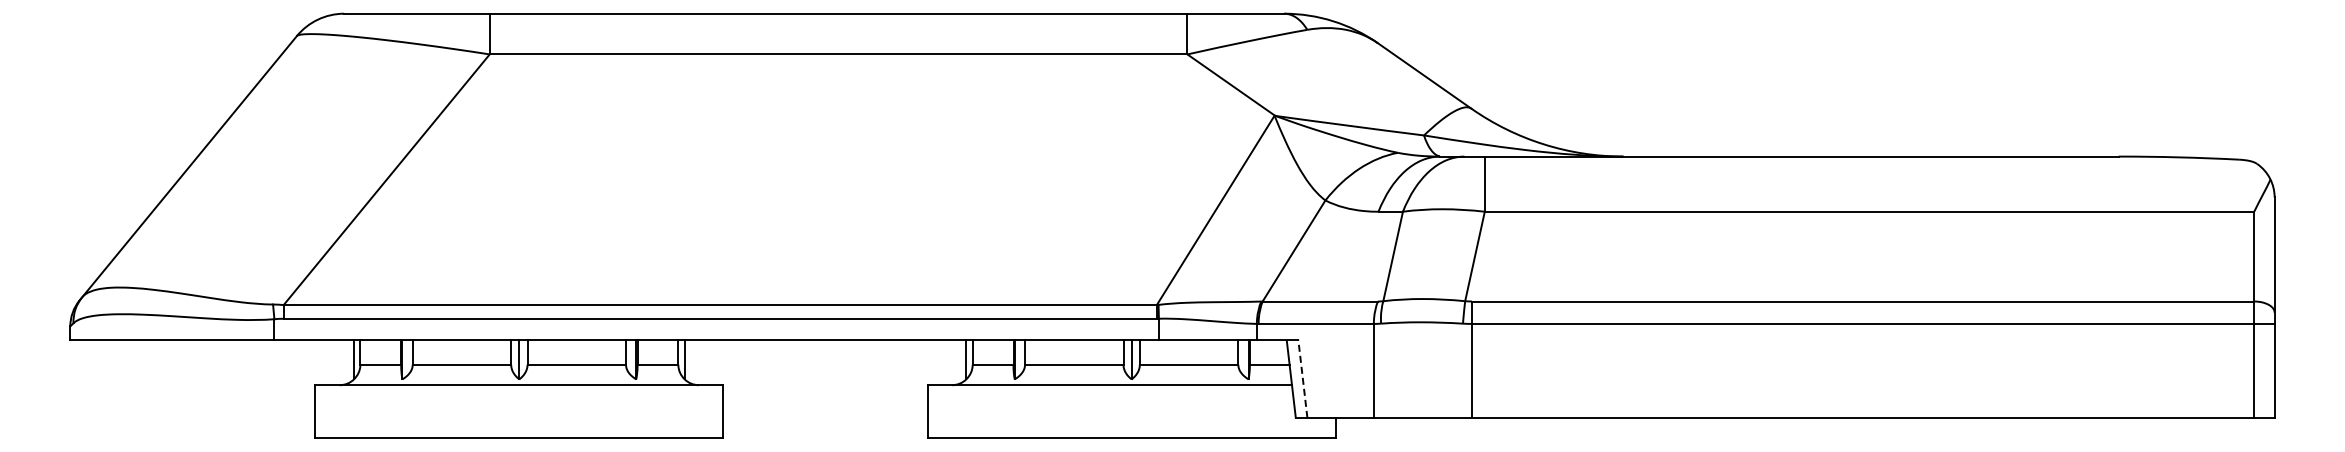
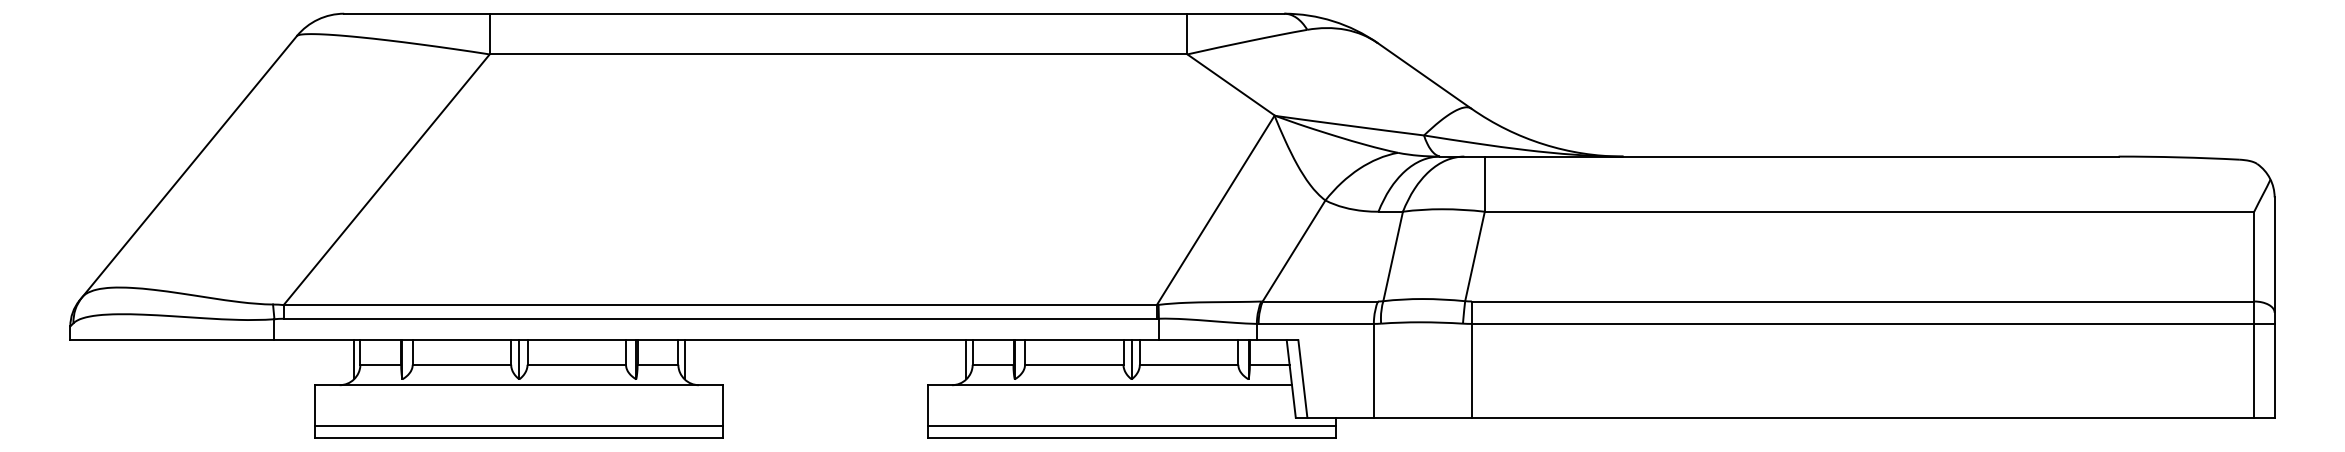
line at (1302, 378): dashed -> solid
line at (519, 426): none -> present
line at (1131, 426): none -> present
